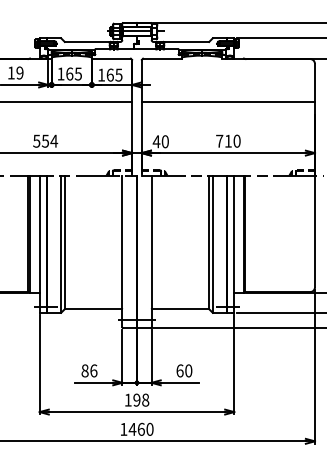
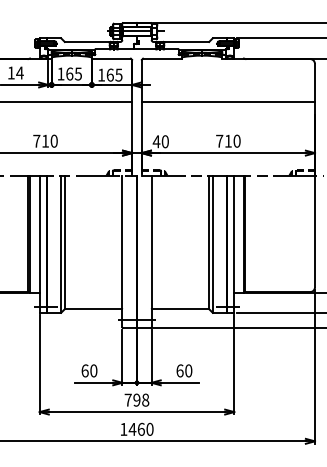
text at (19, 72): 19 -> 14
text at (45, 140): 554 -> 710
text at (89, 370): 86 -> 60
text at (127, 399): 198 -> 798
